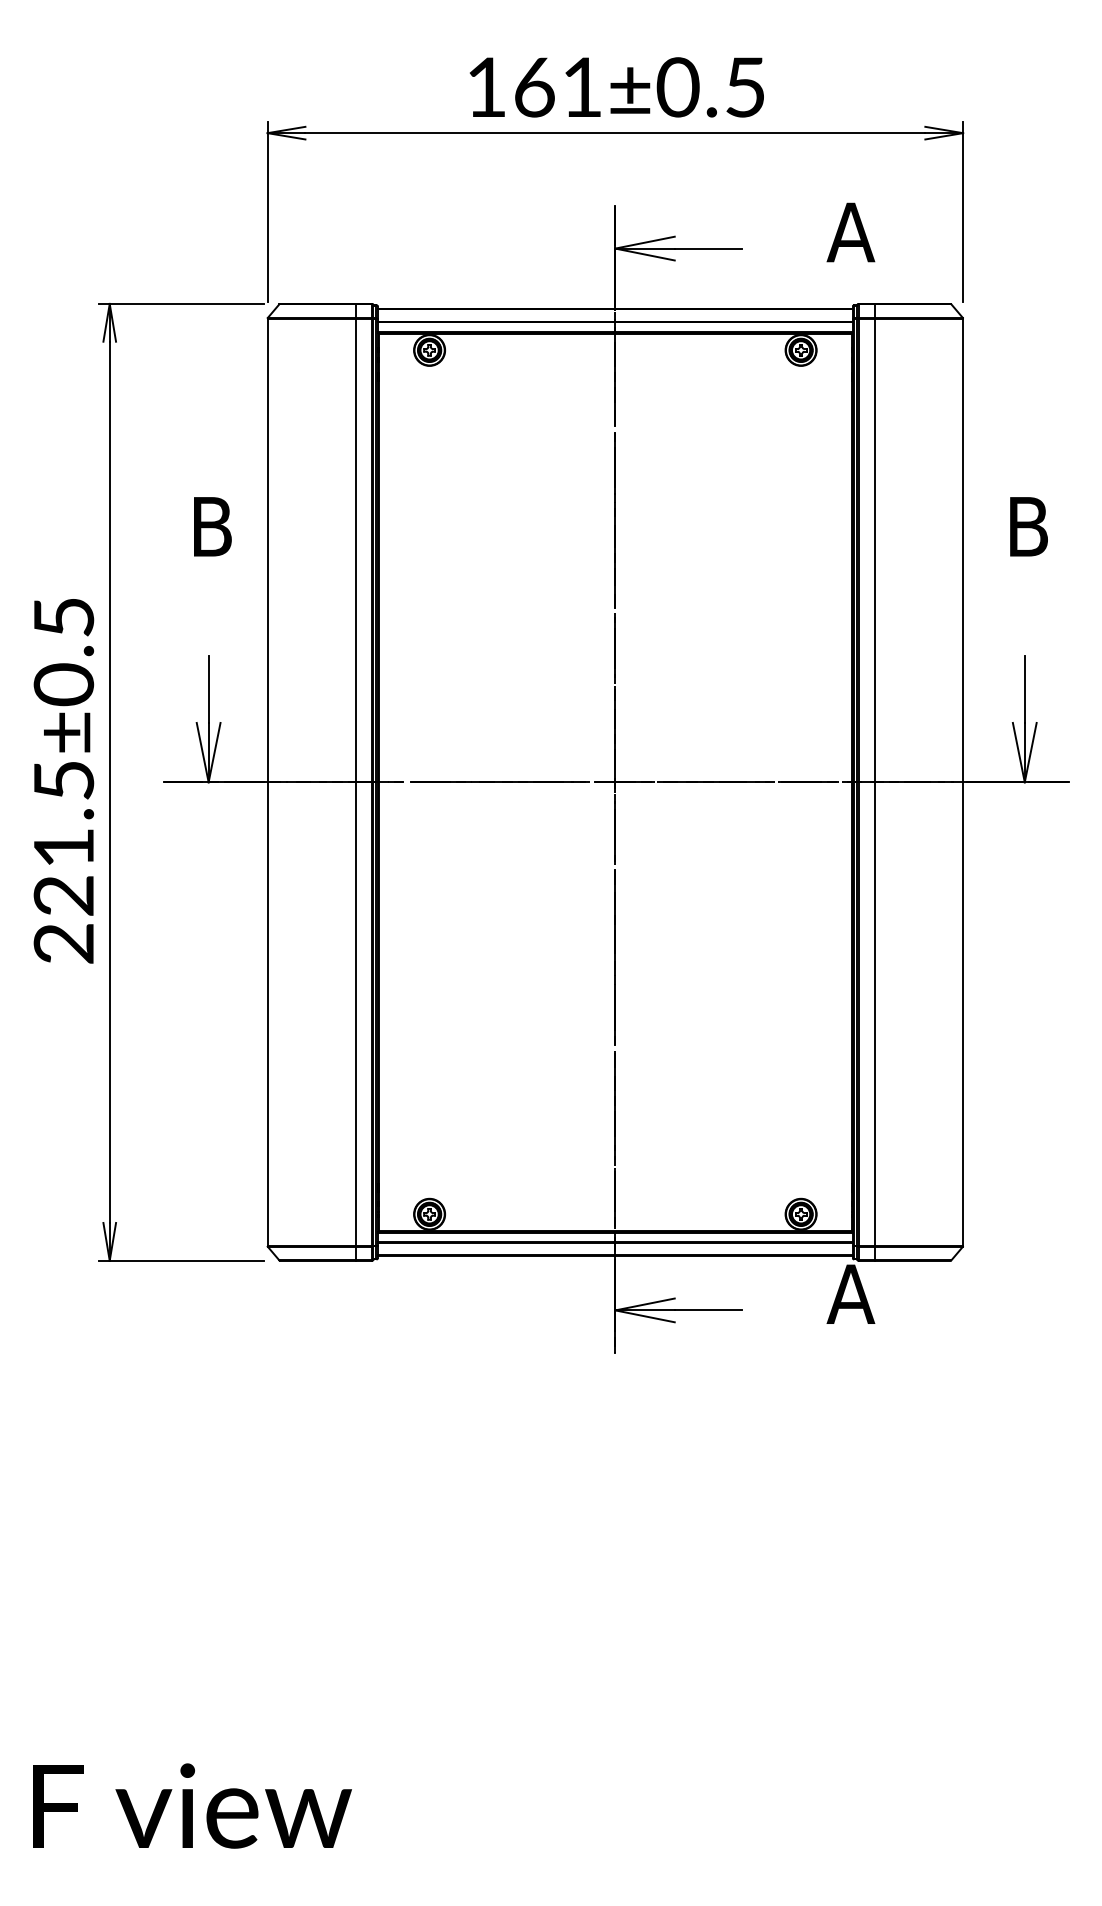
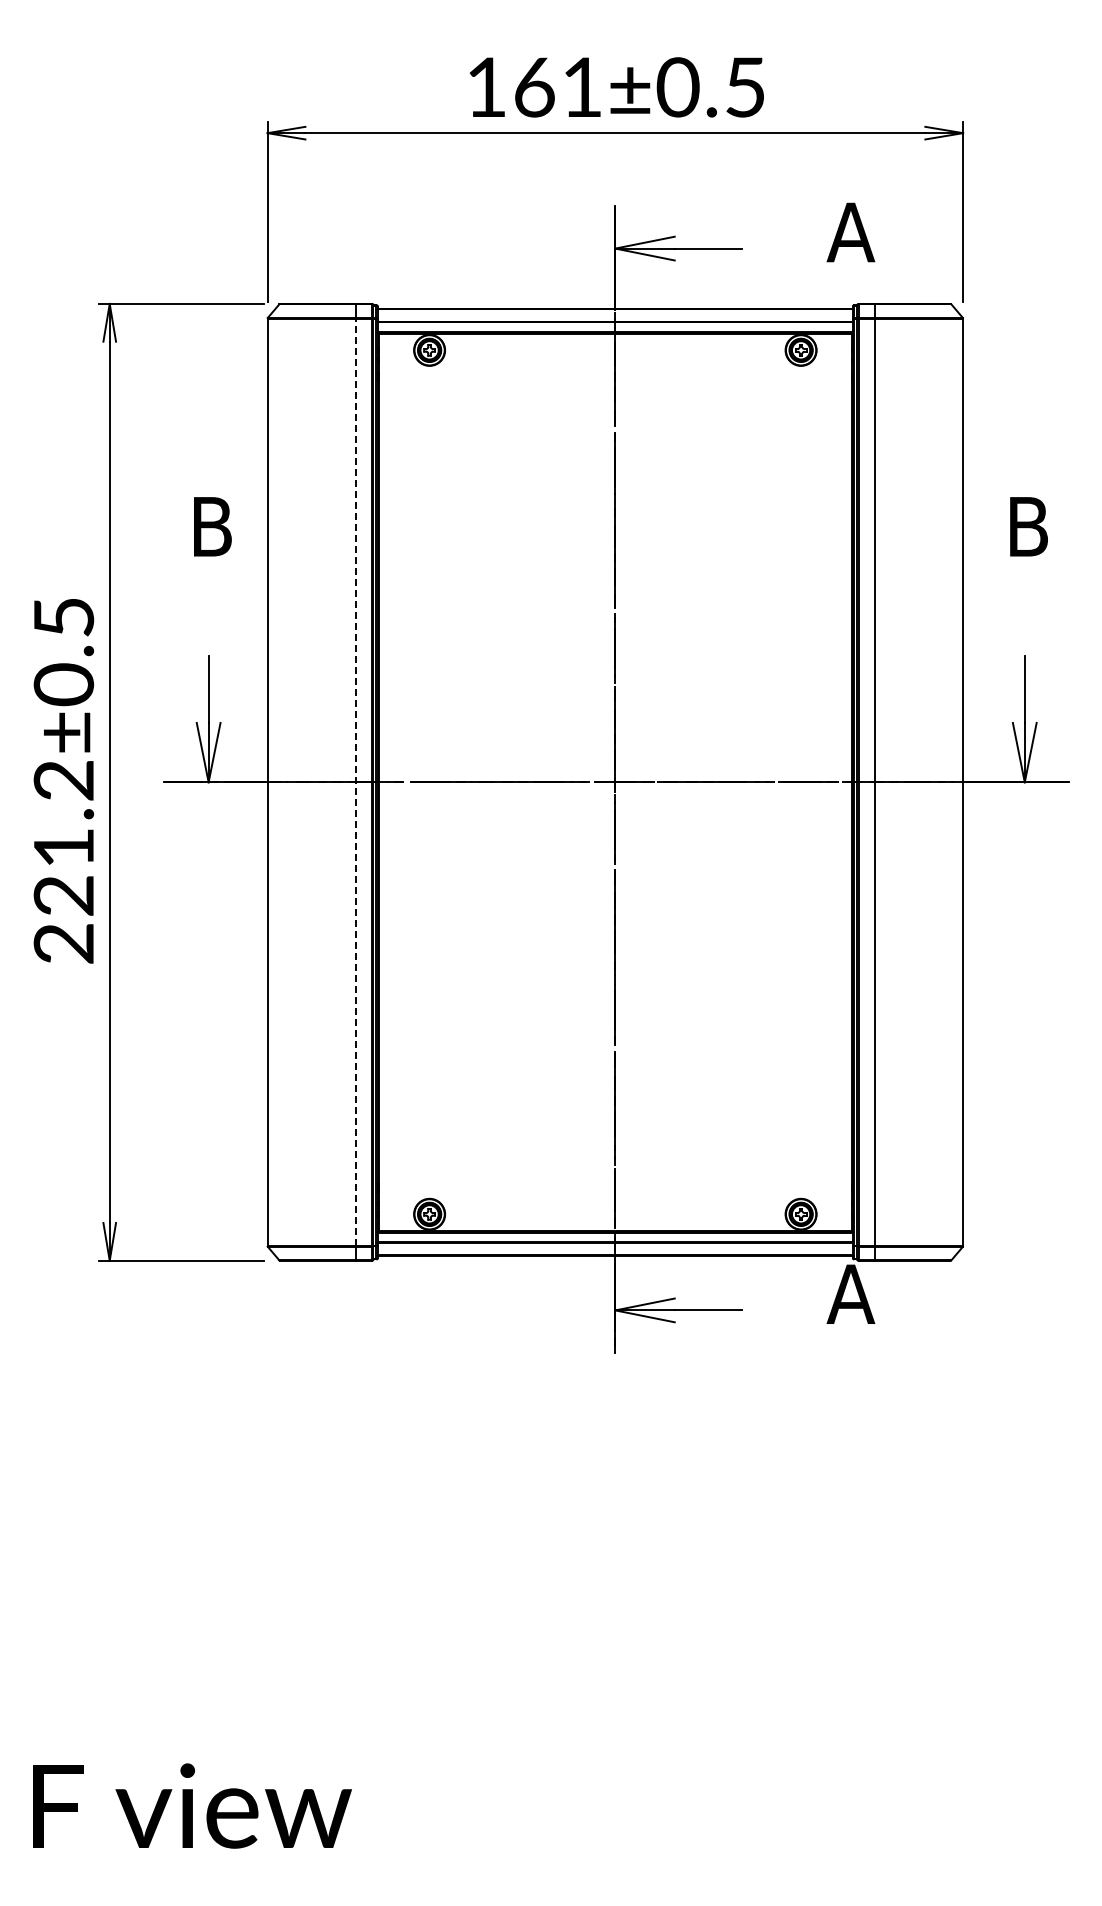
text at (63, 780): 221.5±0.5 -> 221.2±0.5
line at (356, 782): solid -> dashed
